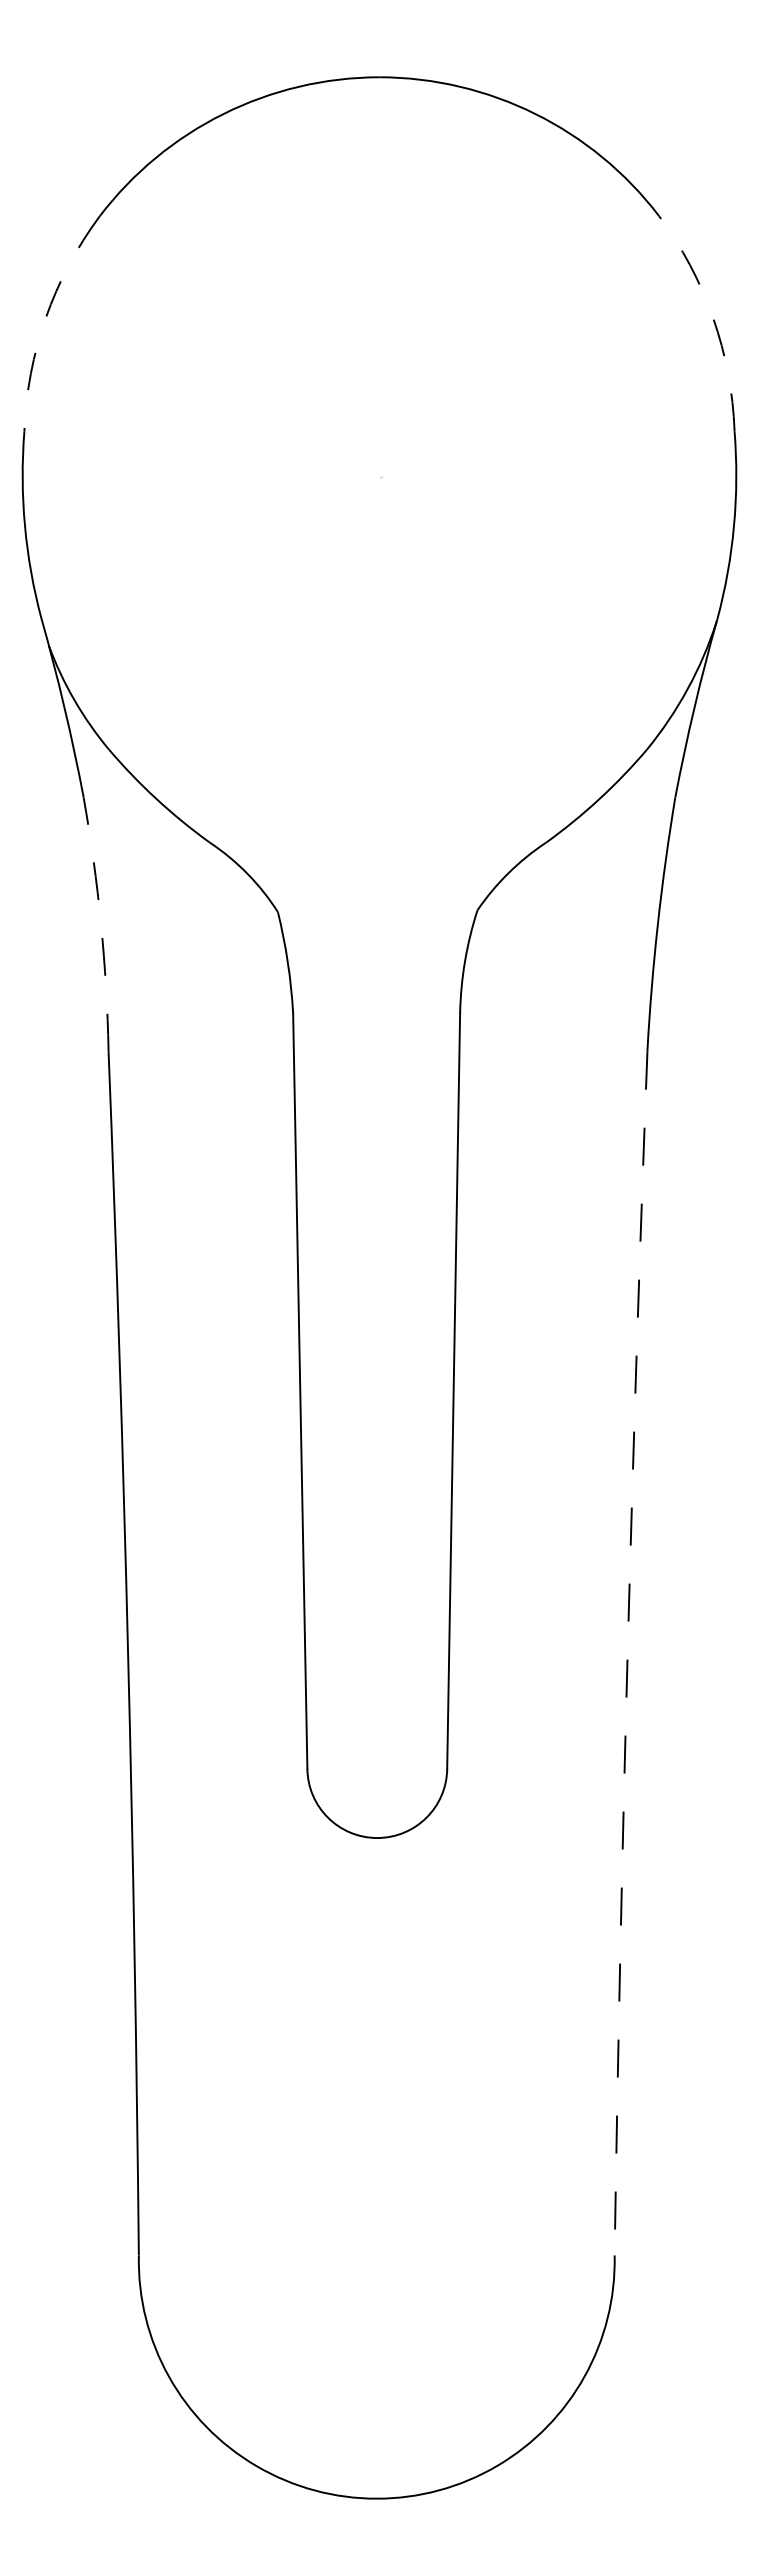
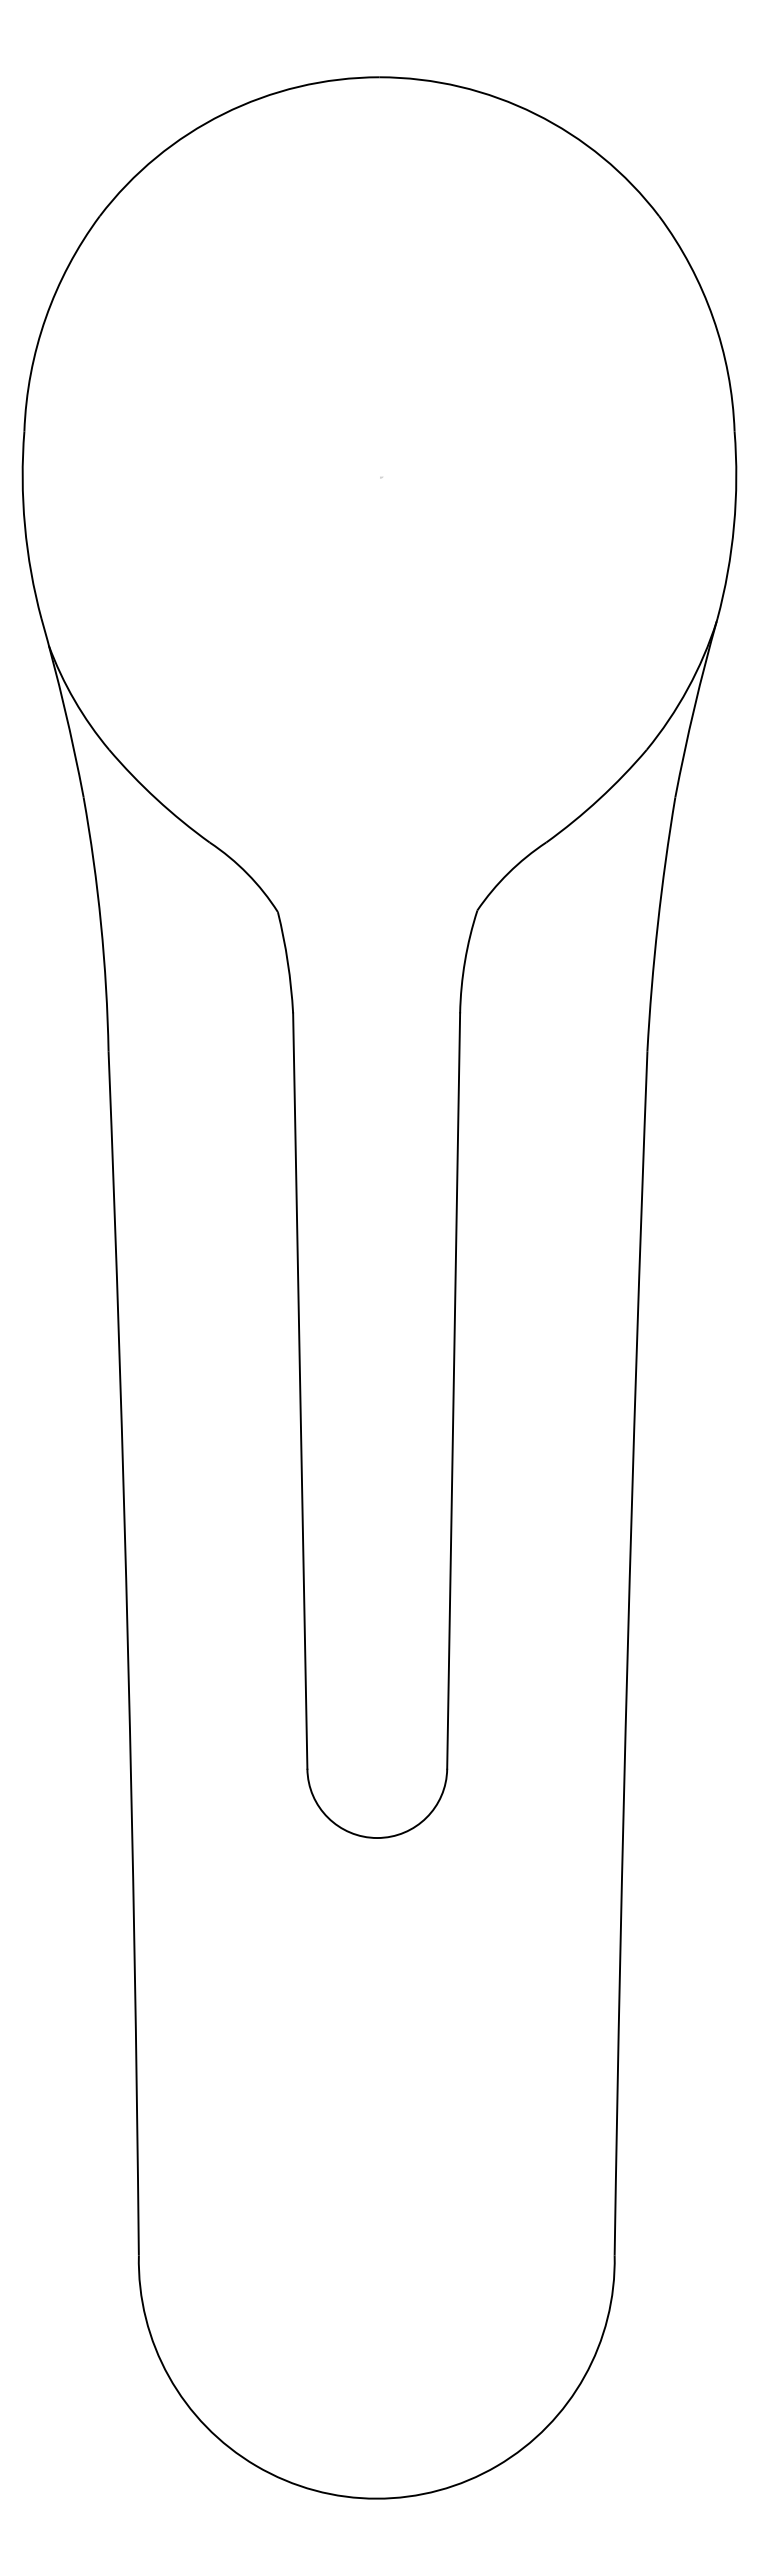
arc at (45, 318): dashed -> solid
arc at (713, 318): dashed -> solid
arc at (101, 924): dashed -> solid
arc at (627, 1653): dashed -> solid
